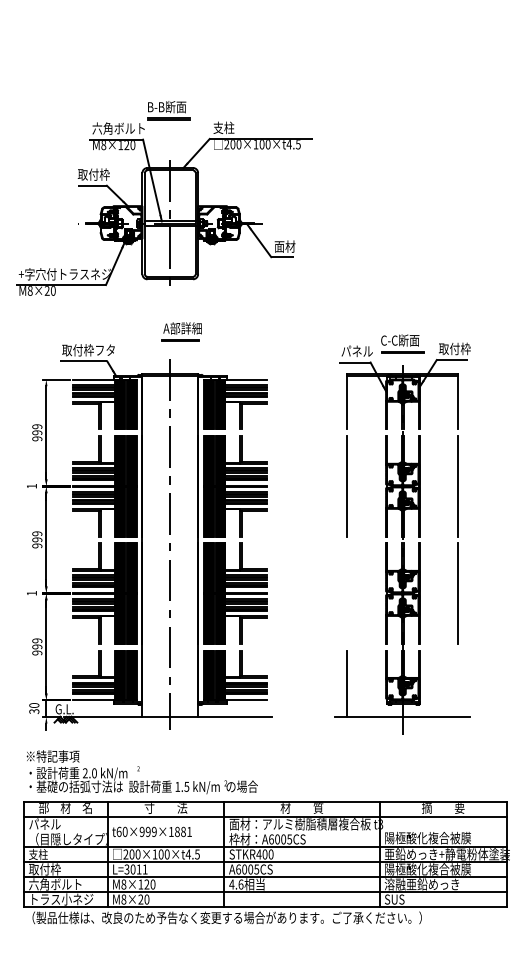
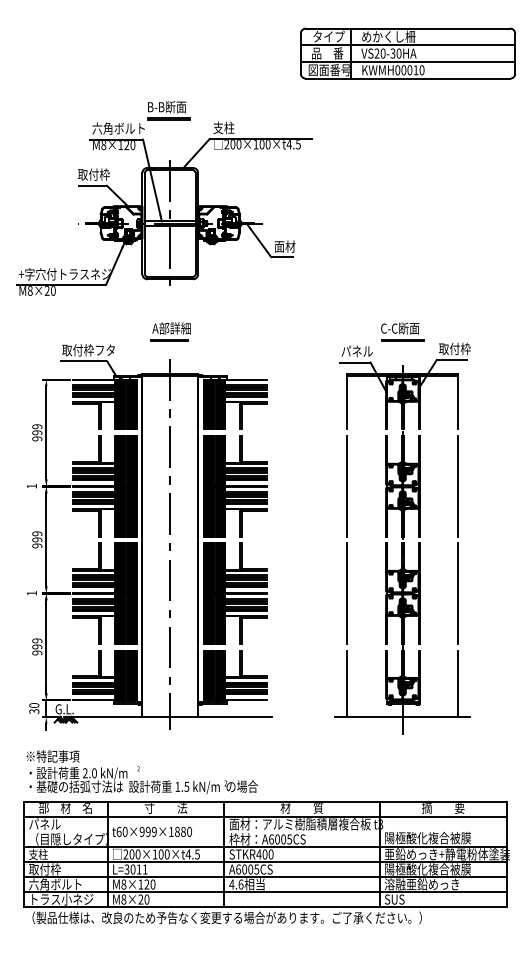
part at (408, 53): none -> present
part at (181, 331) position: (181, 331) -> (170, 331)
part at (402, 343) position: (402, 343) -> (402, 331)
line at (347, 593): none -> present
line at (458, 683): none -> present
text at (189, 831): t60×999×1881 -> t60×999×1880
